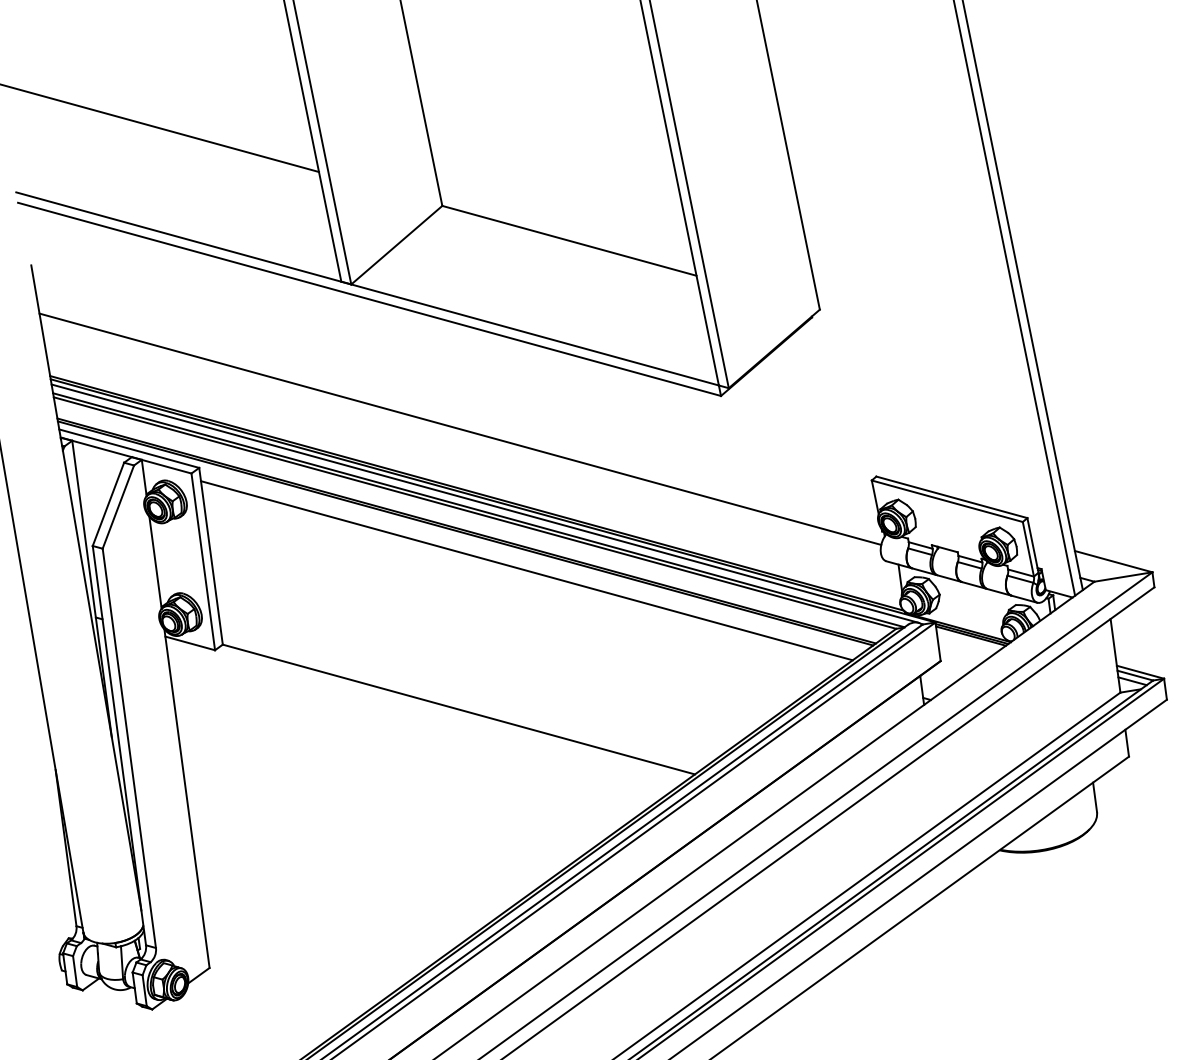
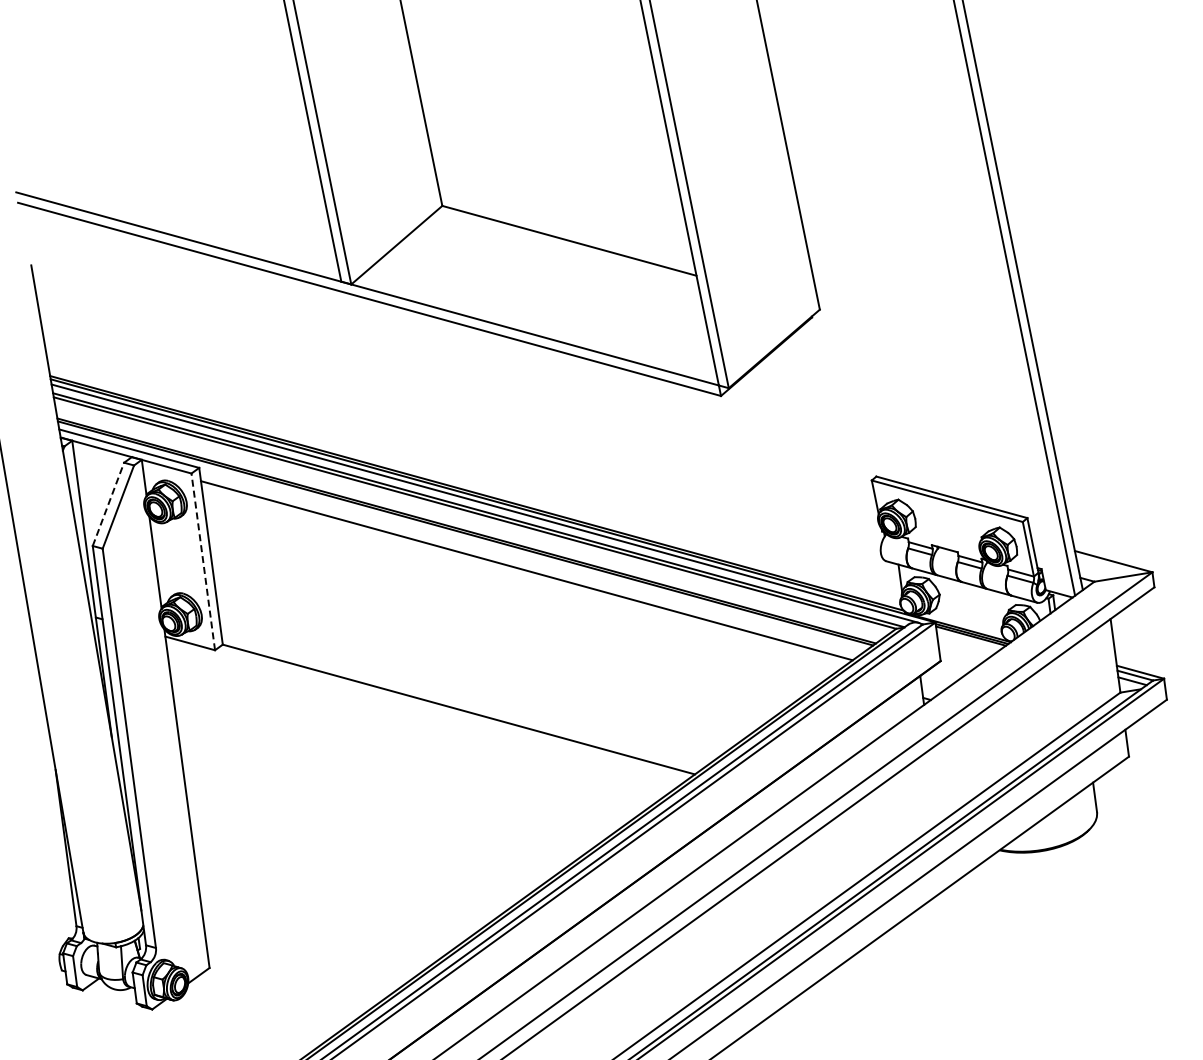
line at (160, 128): present -> none
line at (460, 428): present -> none
line at (108, 503): solid -> dashed
line at (203, 561): solid -> dashed
